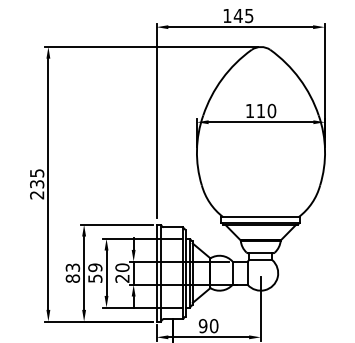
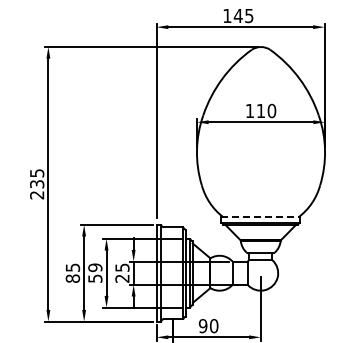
line at (260, 217): solid -> dashed
text at (72, 267): 83 -> 85
text at (122, 267): 20 -> 25
